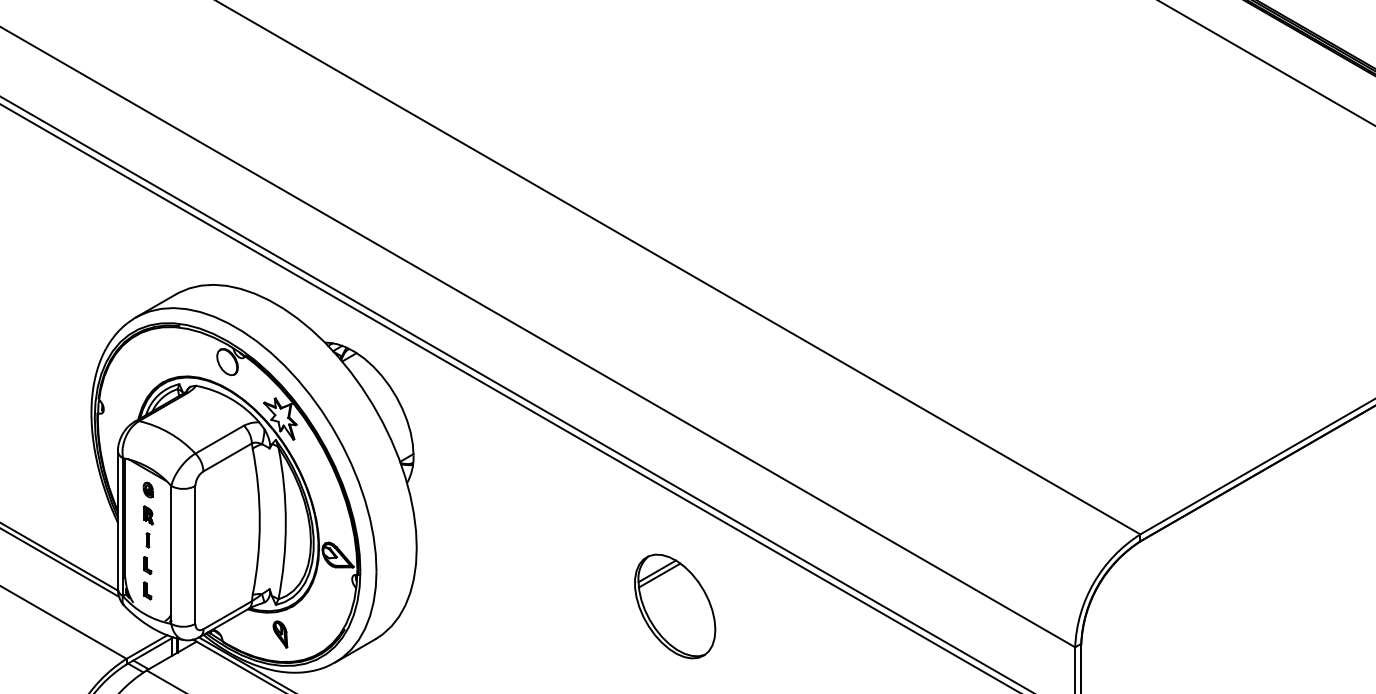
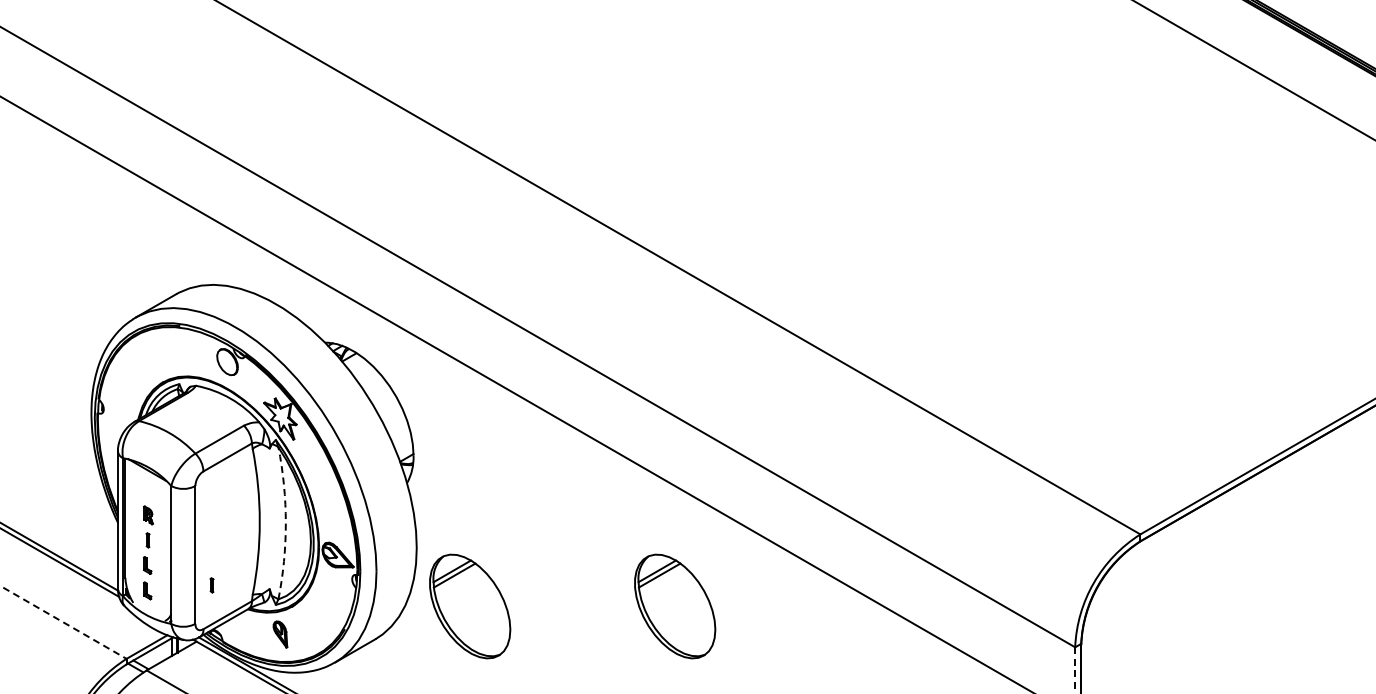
line at (1266, 63) position: (1266, 63) -> (1254, 70)
line at (509, 397): present -> none
part at (147, 489): present -> none
arc at (285, 523): solid -> dashed
part at (211, 585): none -> present
part at (470, 606): none -> present
line at (63, 622): solid -> dashed
line at (1075, 670): solid -> dashed
